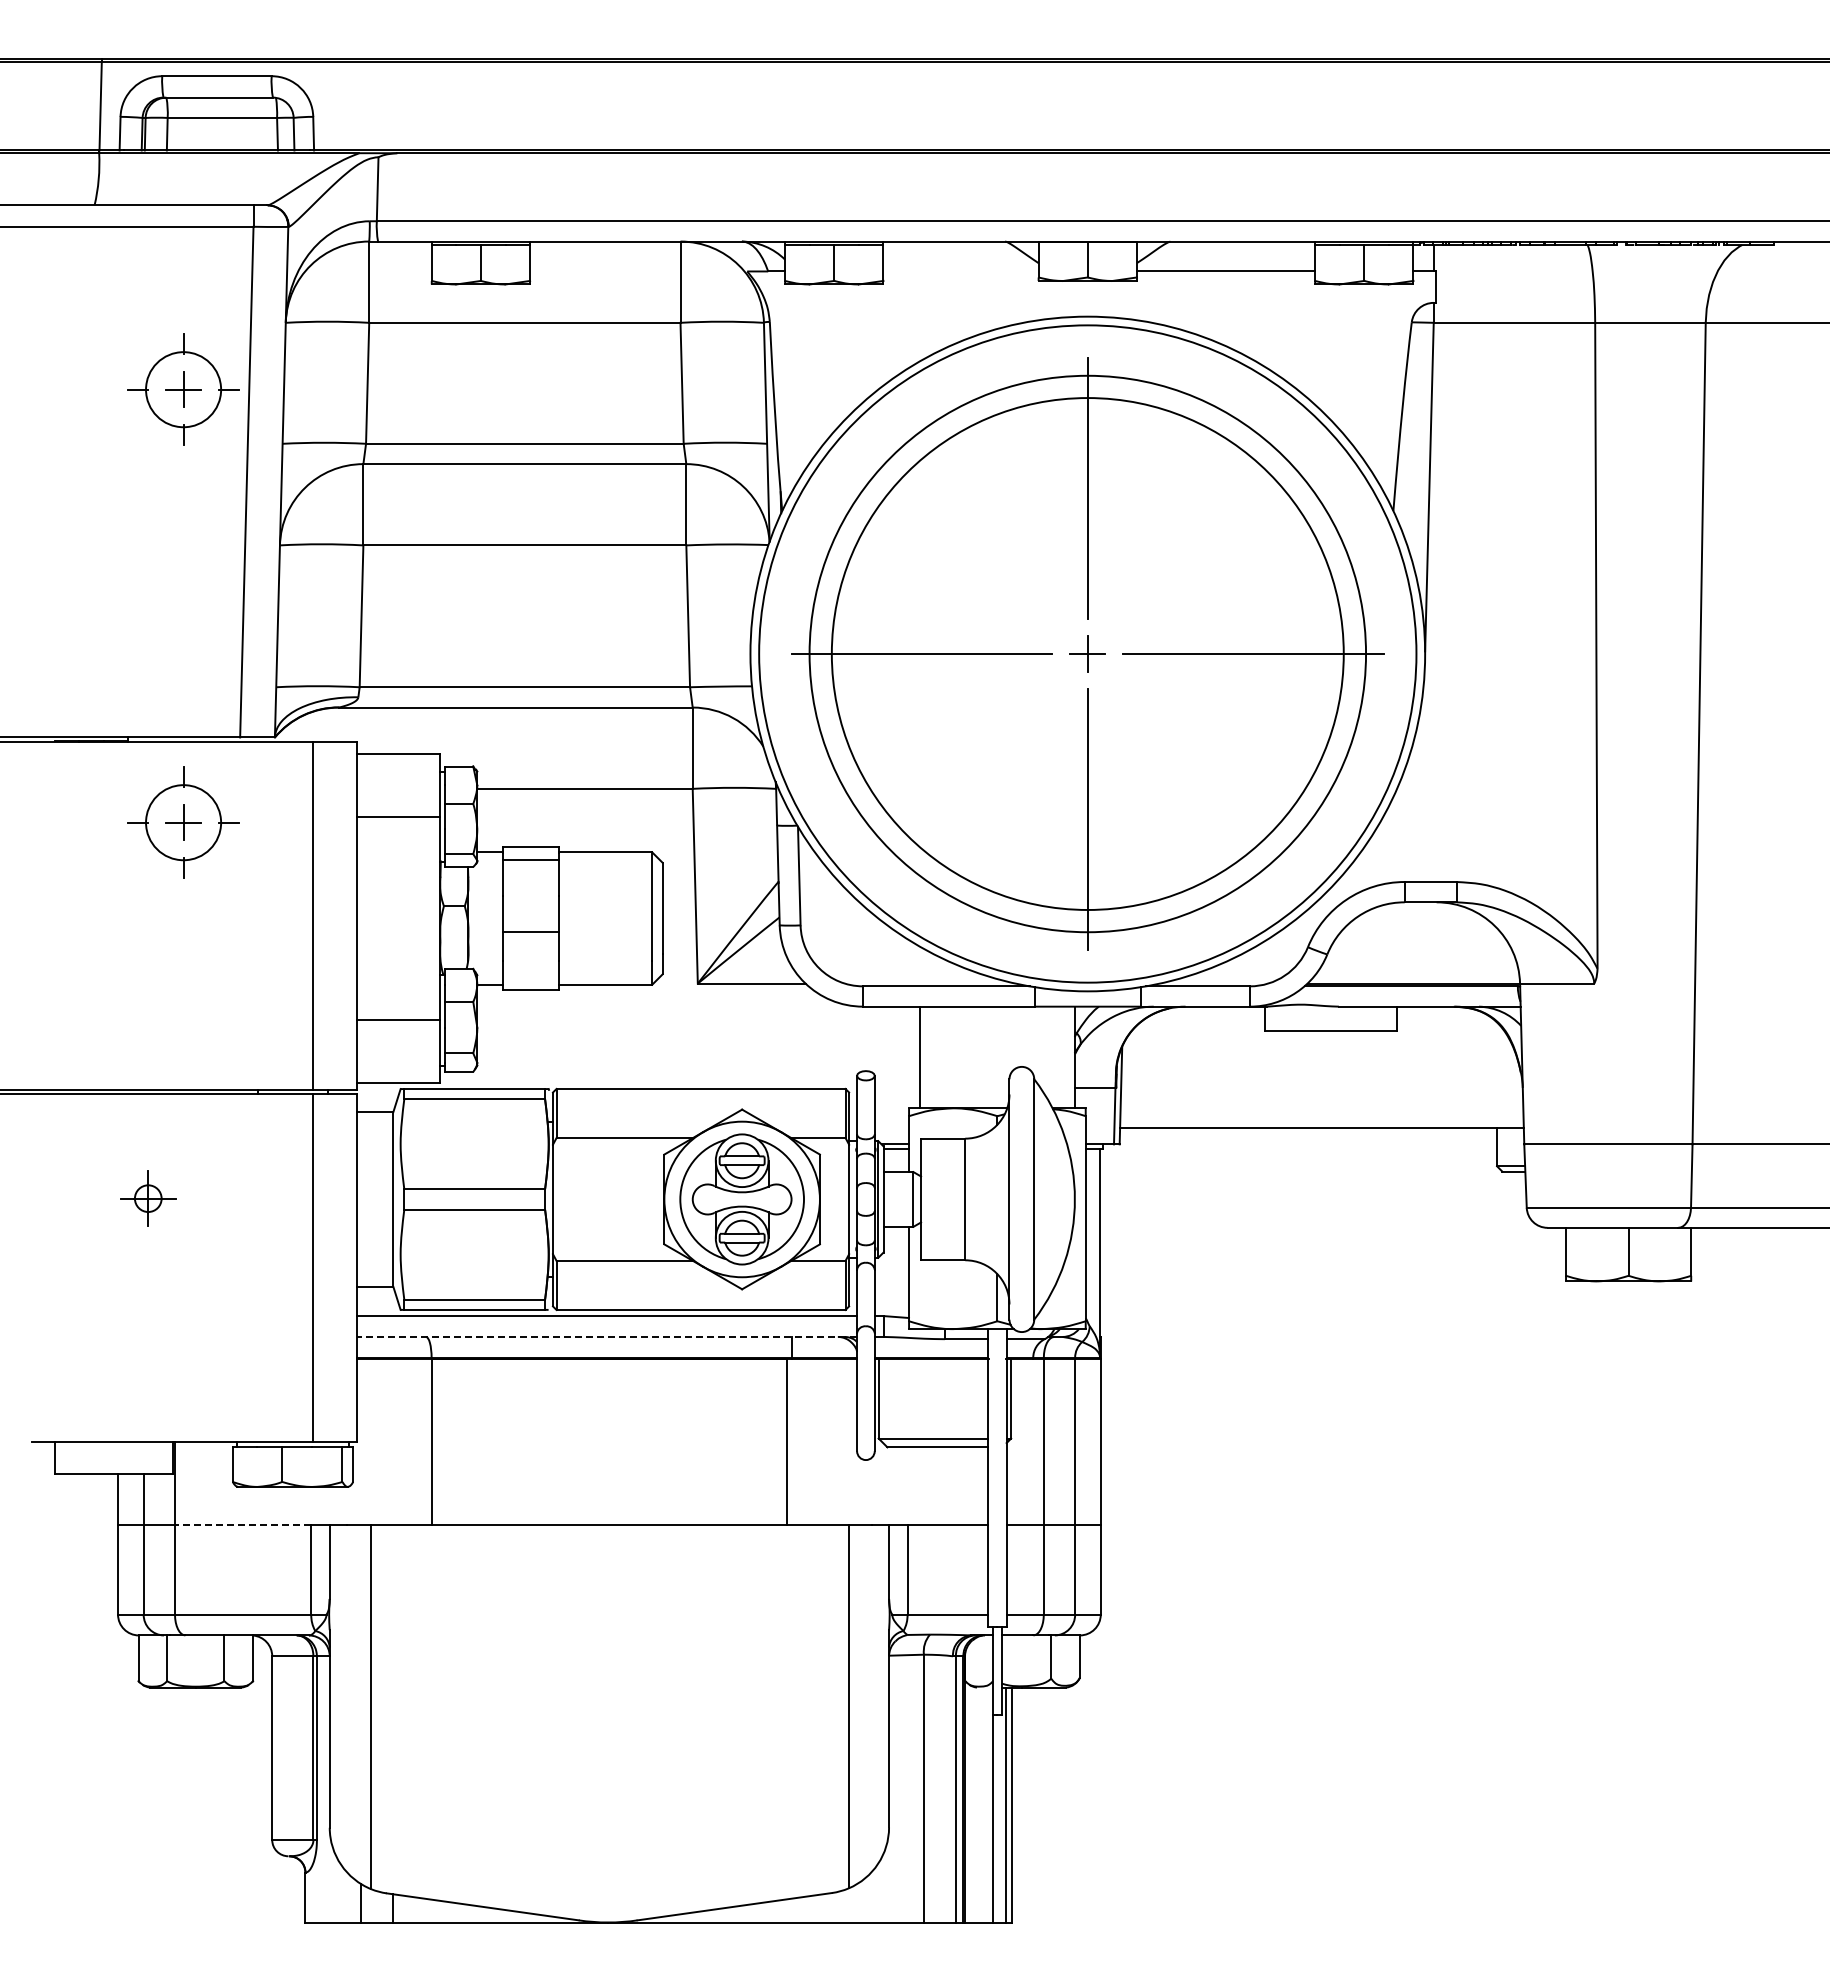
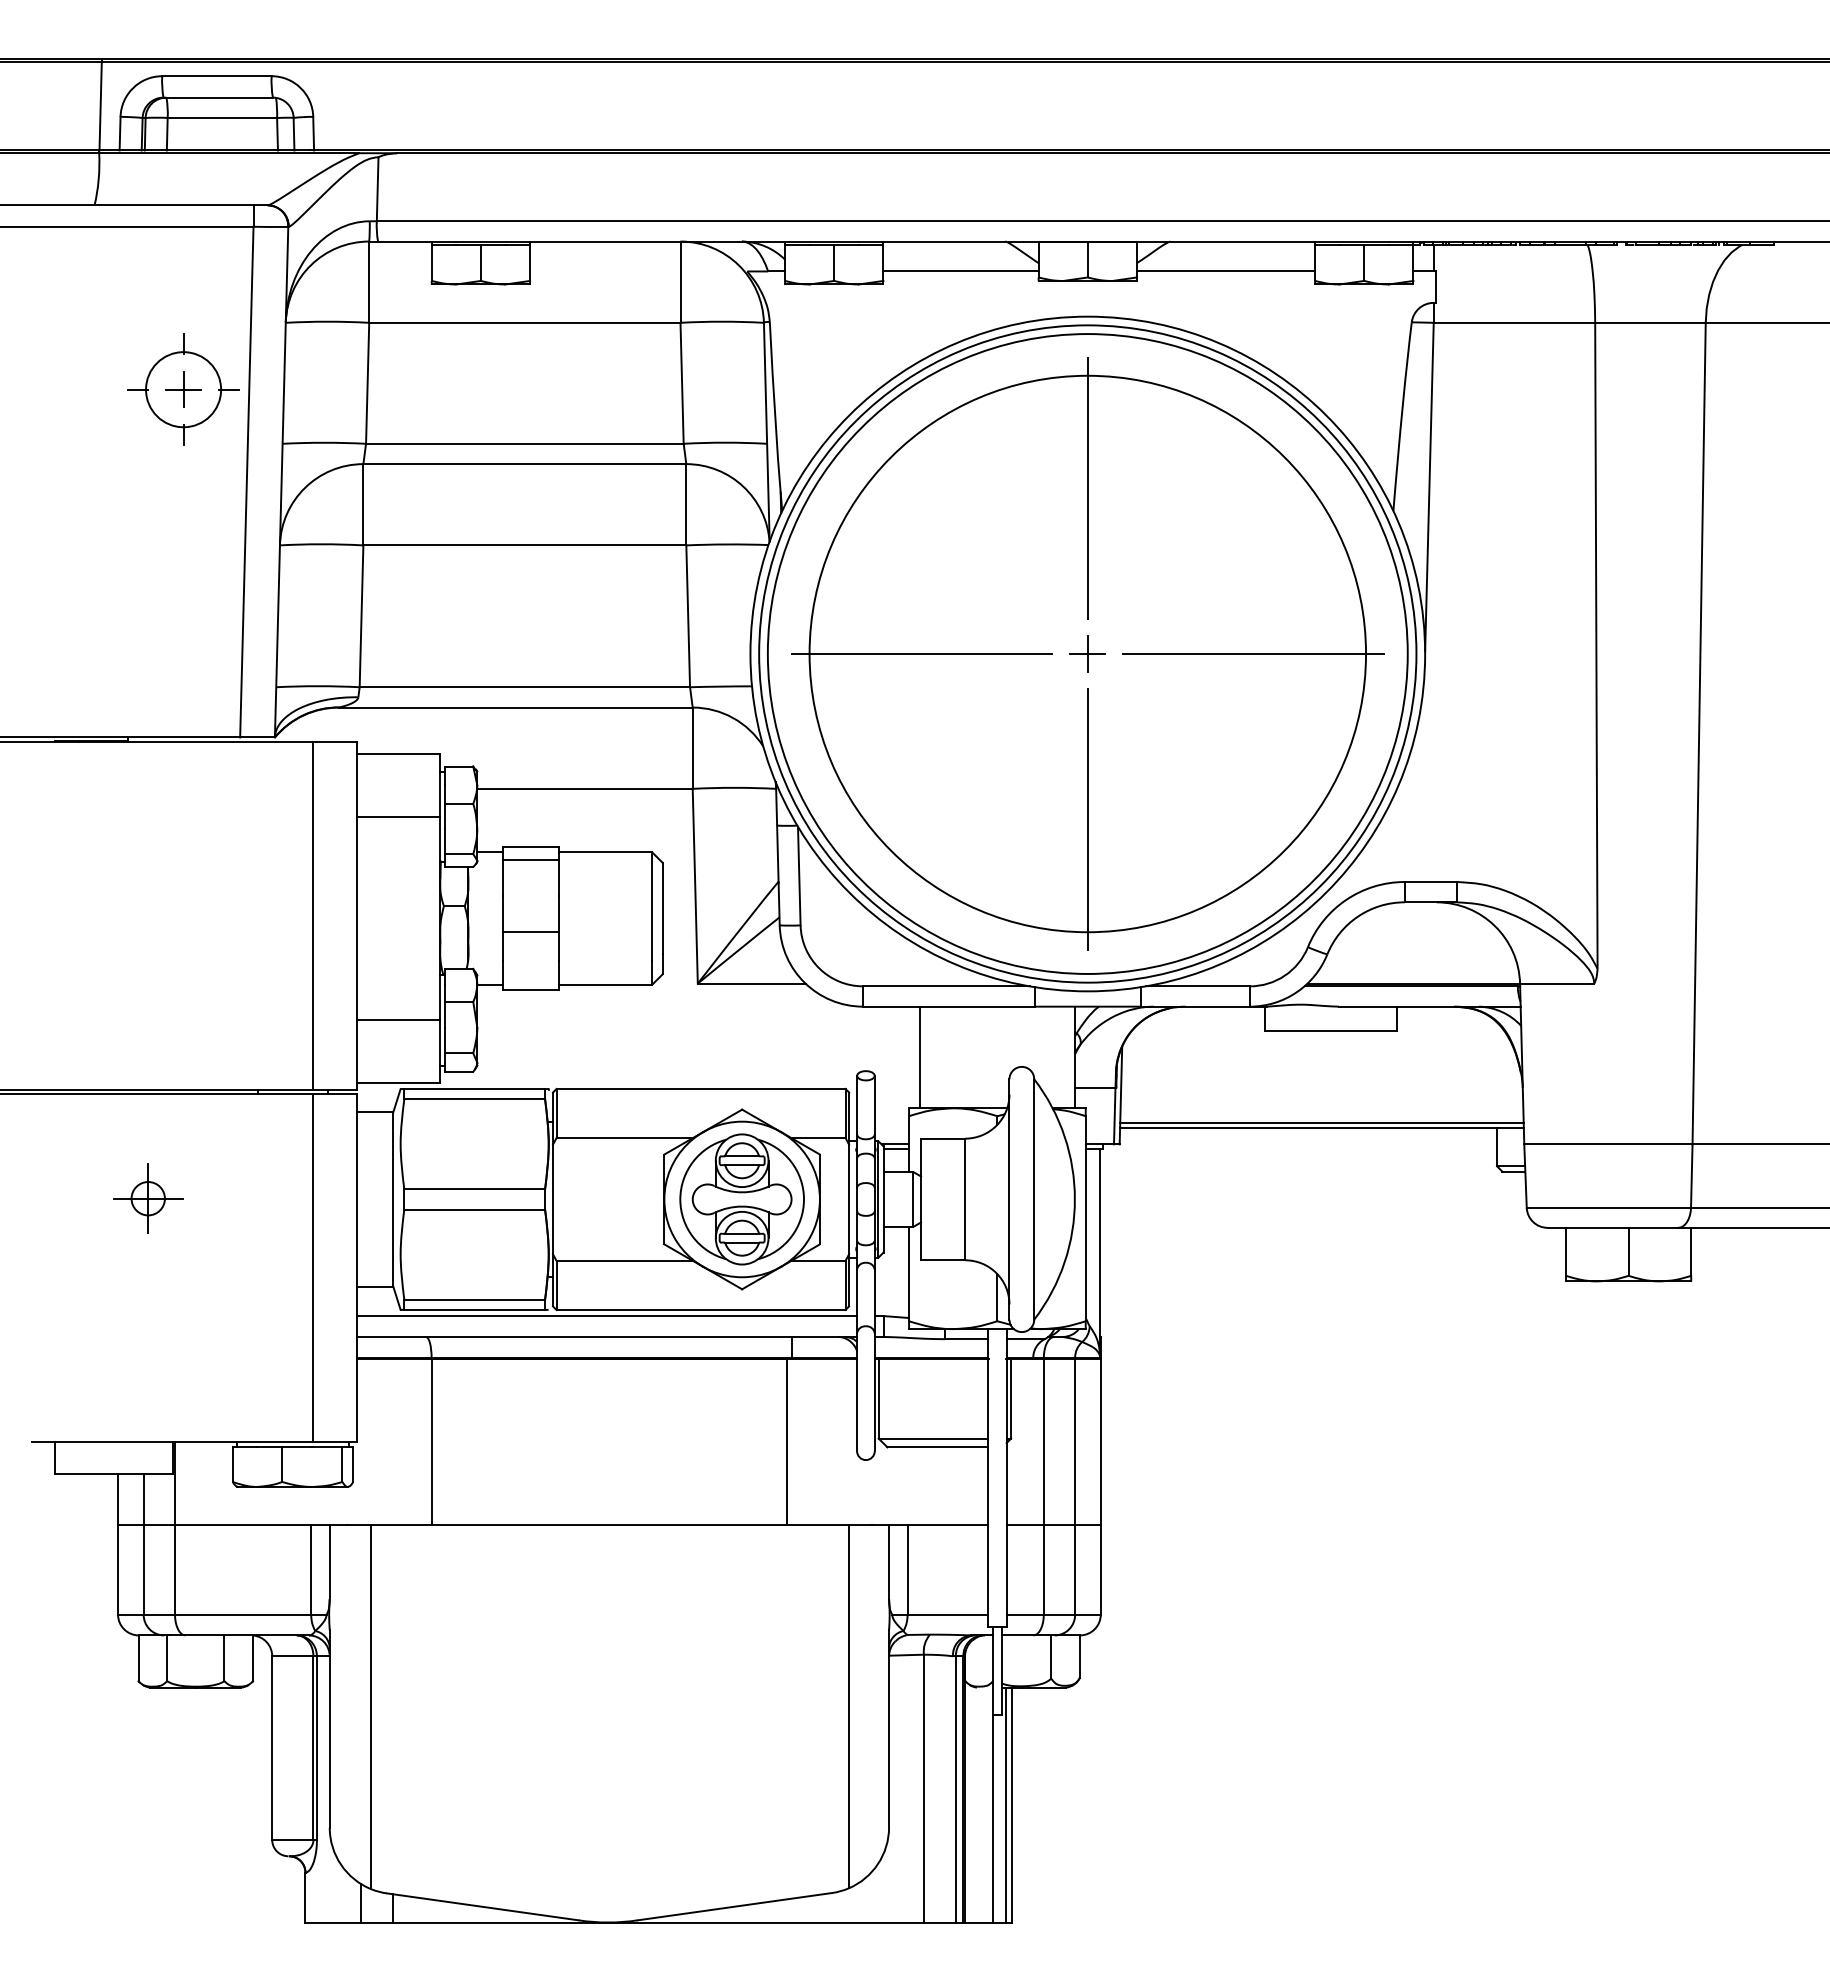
line at (960, 271): none -> present
circle at (1087, 653) diameter: 512 px -> 640 px
part at (183, 822): present -> none
line at (1321, 1123): none -> present
part at (148, 1198) size: 57x57 px -> 71x71 px
line at (606, 1336): dashed -> solid
line at (242, 1525): dashed -> solid
